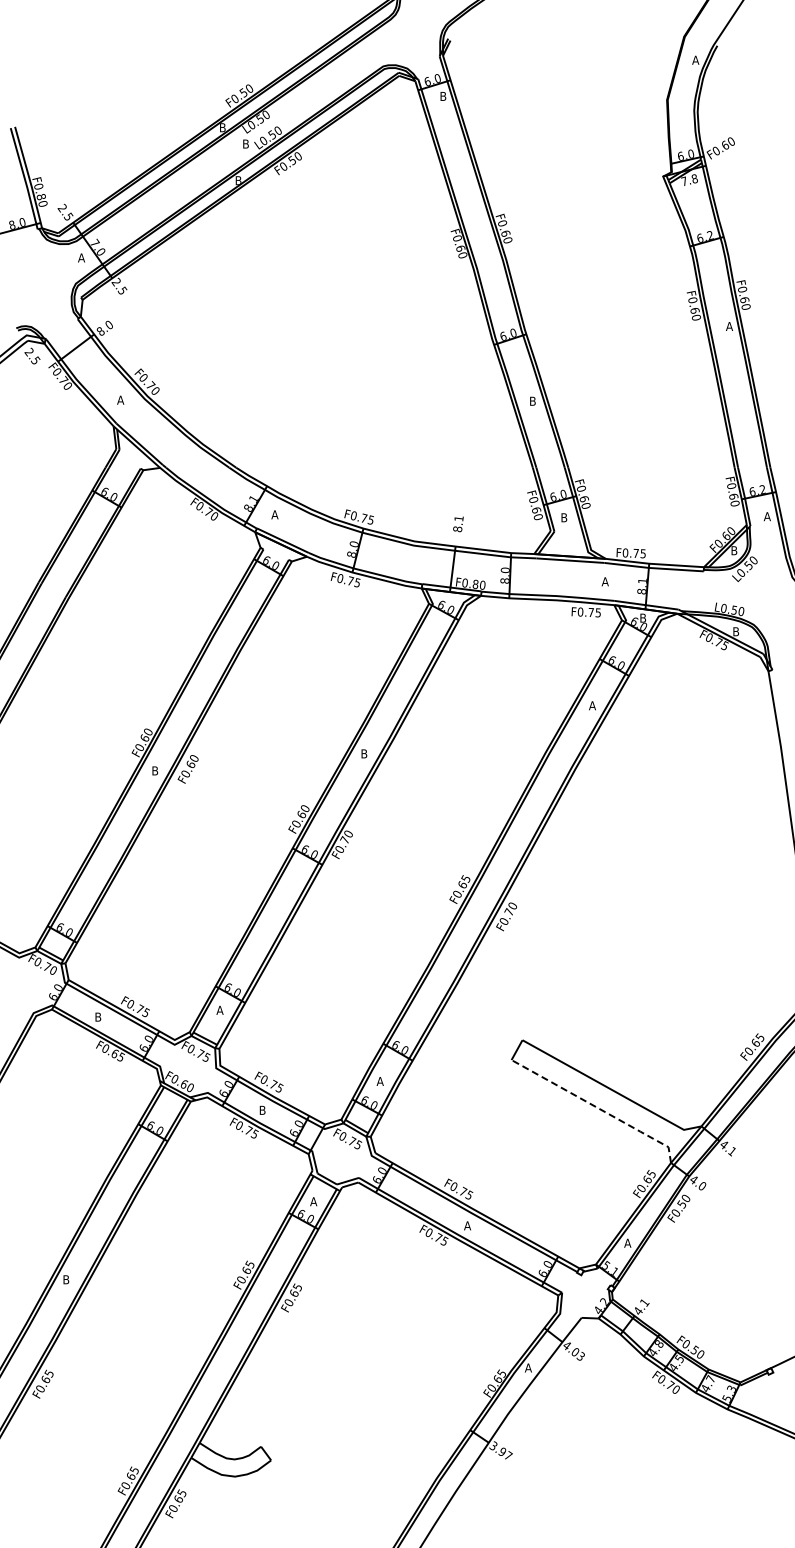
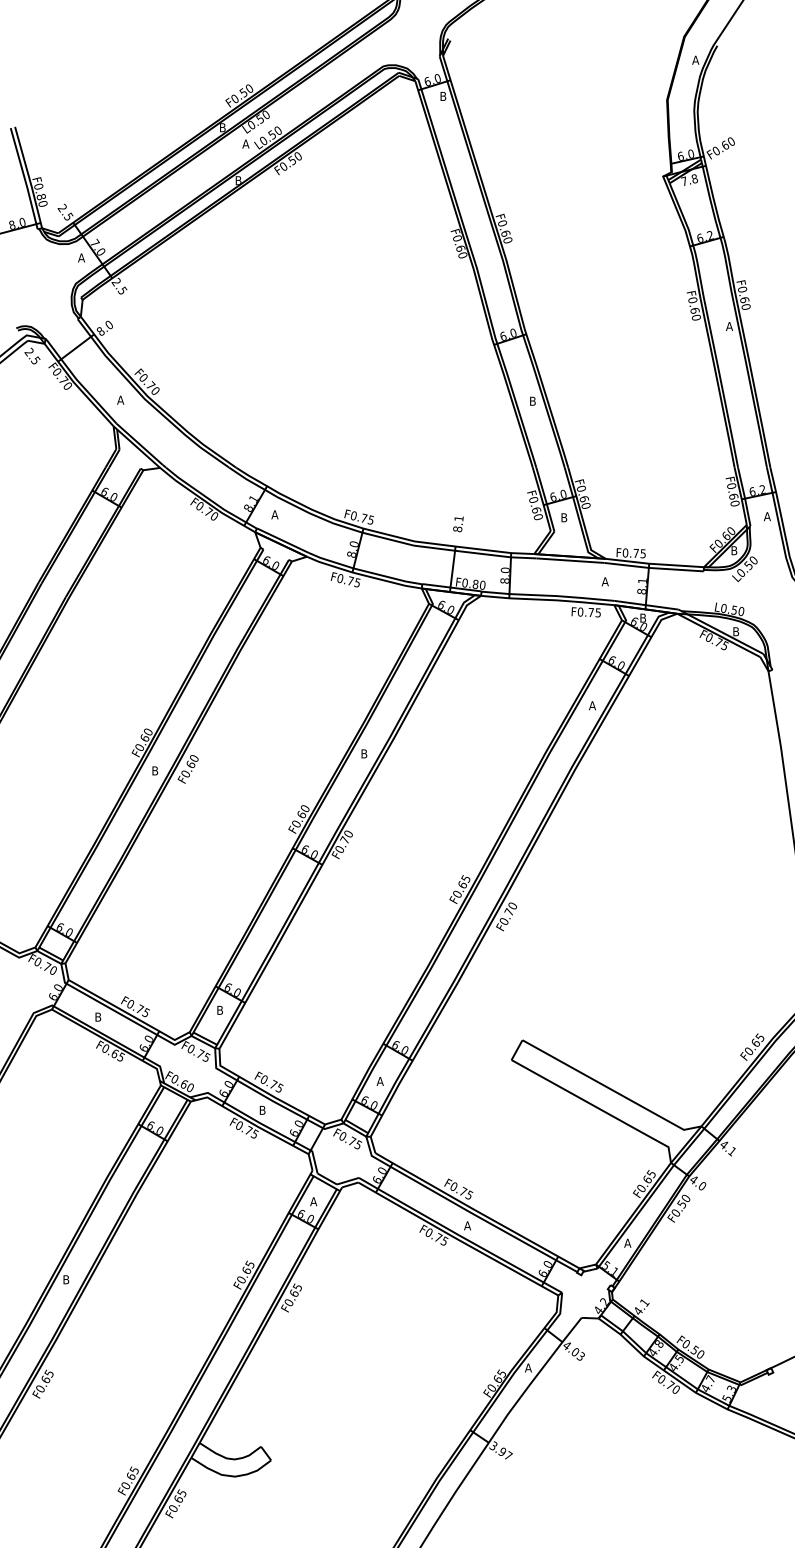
text at (245, 143): B -> A
text at (219, 1009): A -> B
line at (597, 1107): dashed -> solid
